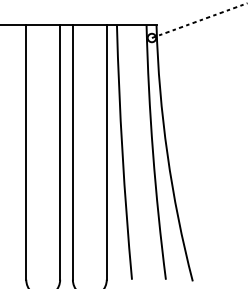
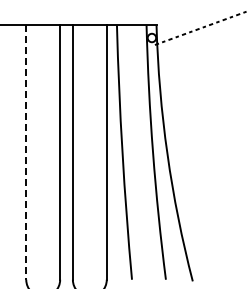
line at (197, 21) position: (197, 21) -> (199, 28)
line at (26, 153): solid -> dashed
